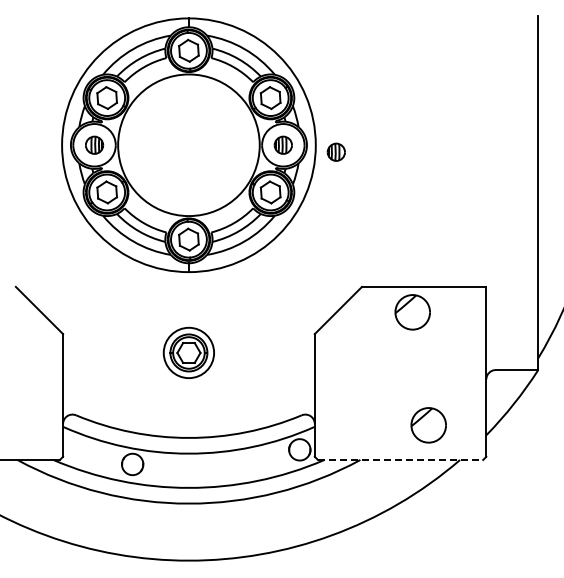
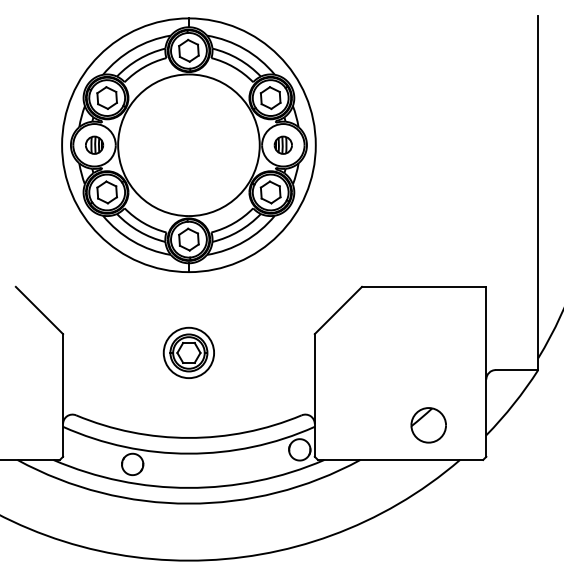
part at (335, 151): present -> none
part at (412, 312): present -> none
line at (400, 459): dashed -> solid
